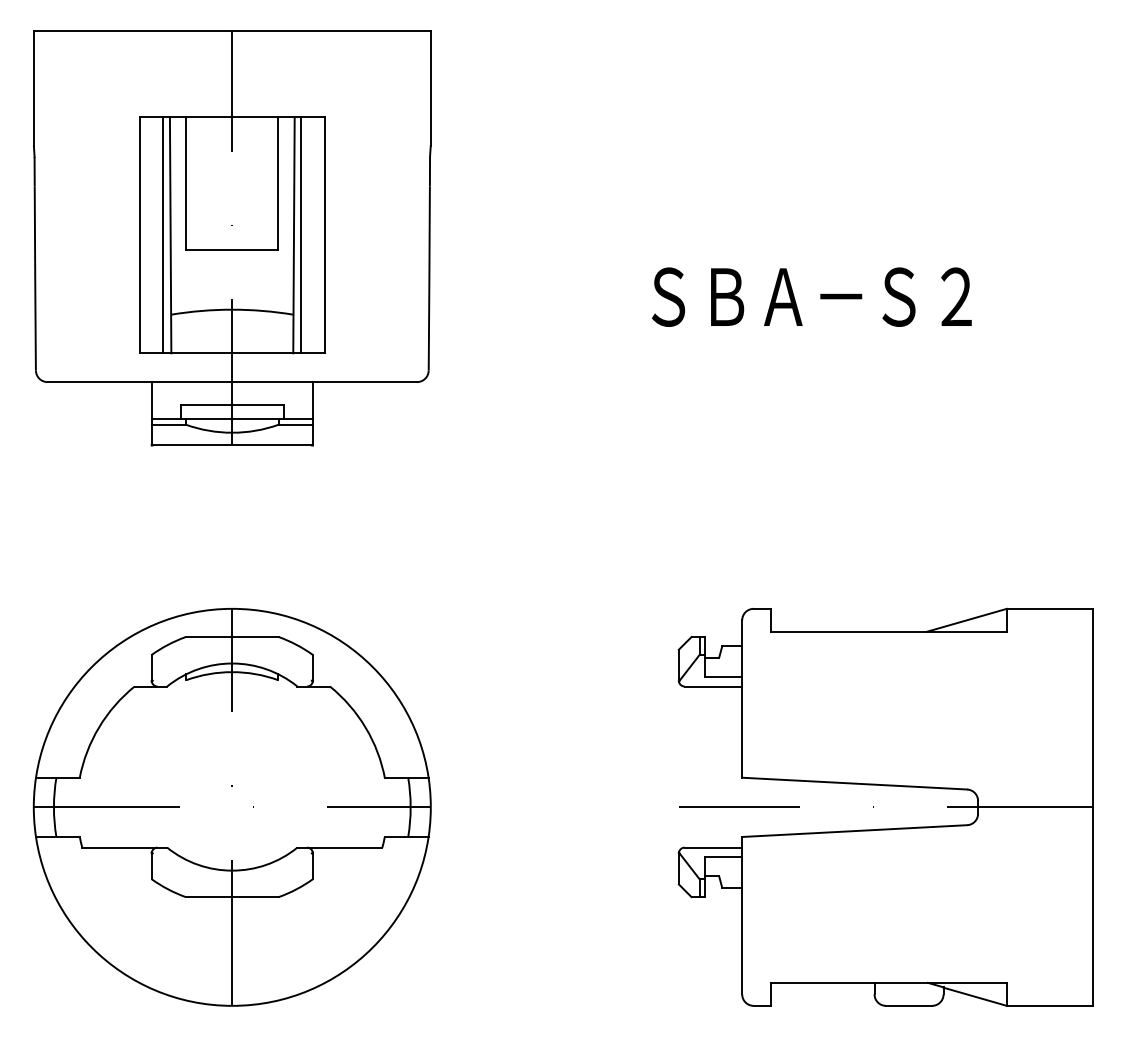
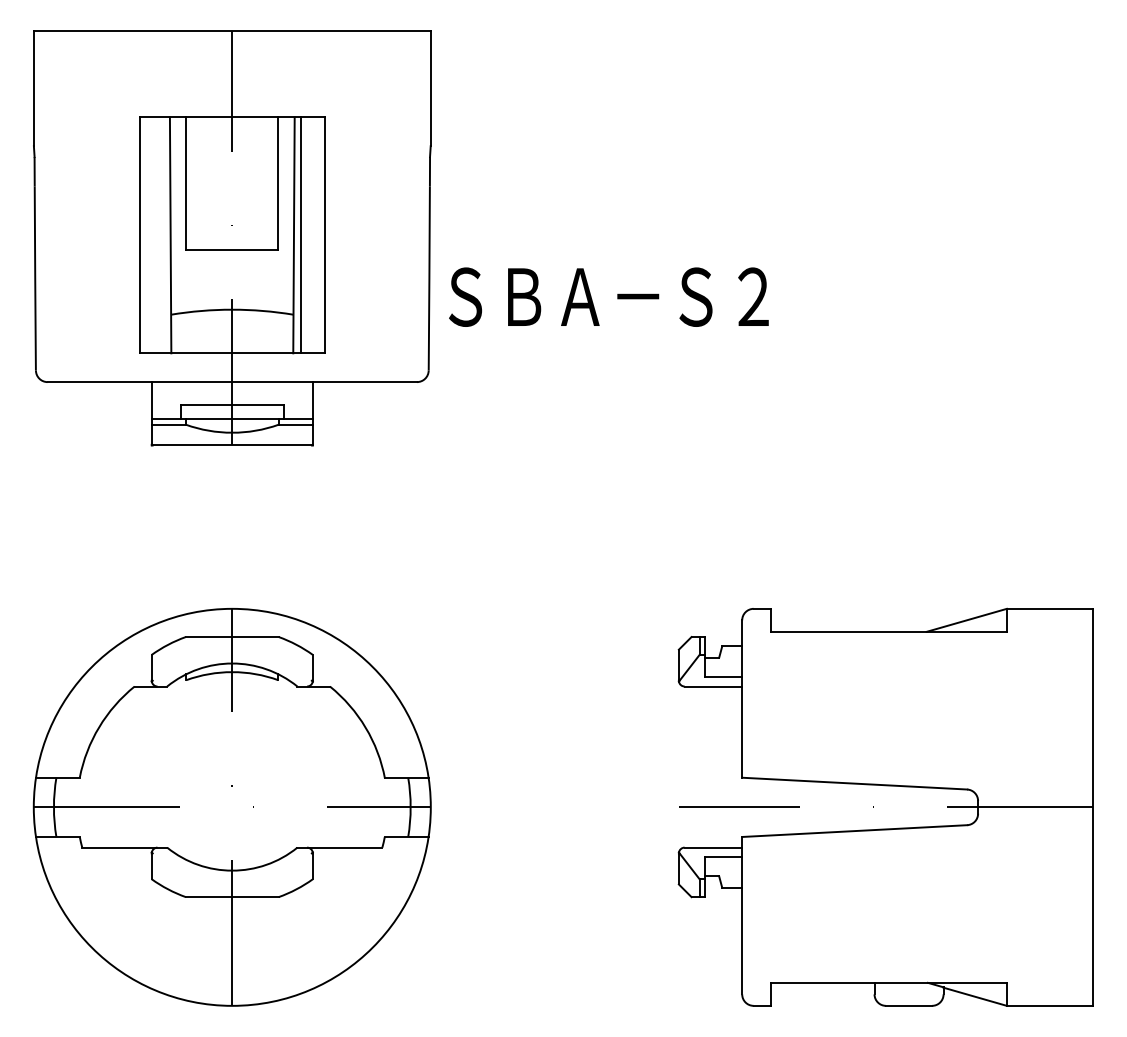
line at (163, 235): present -> none
text at (811, 296) position: (811, 296) -> (608, 296)
